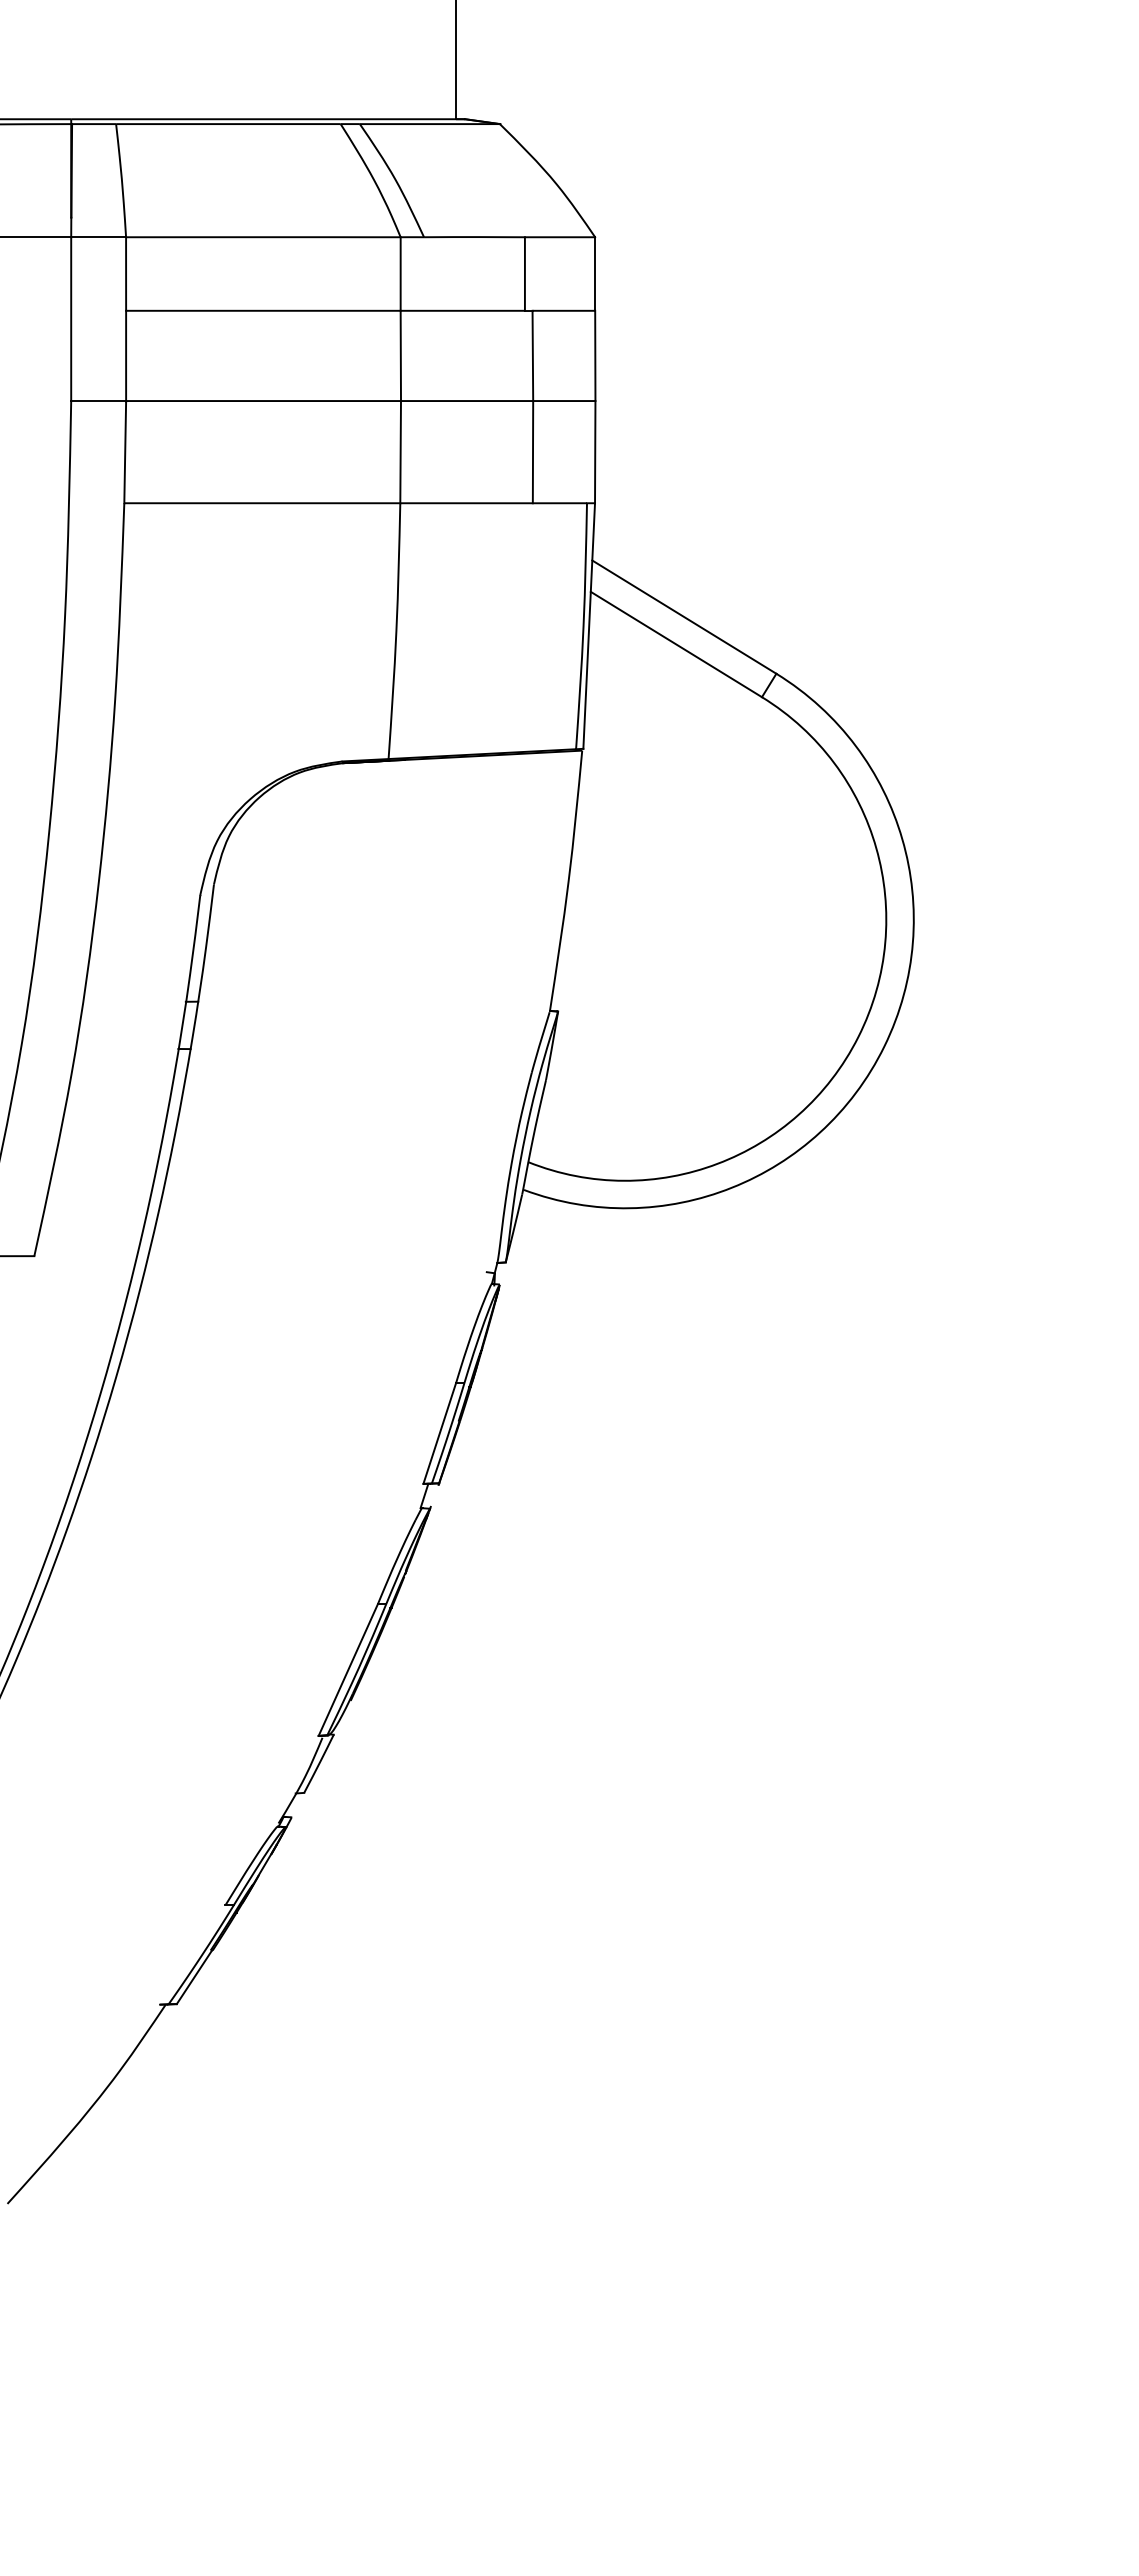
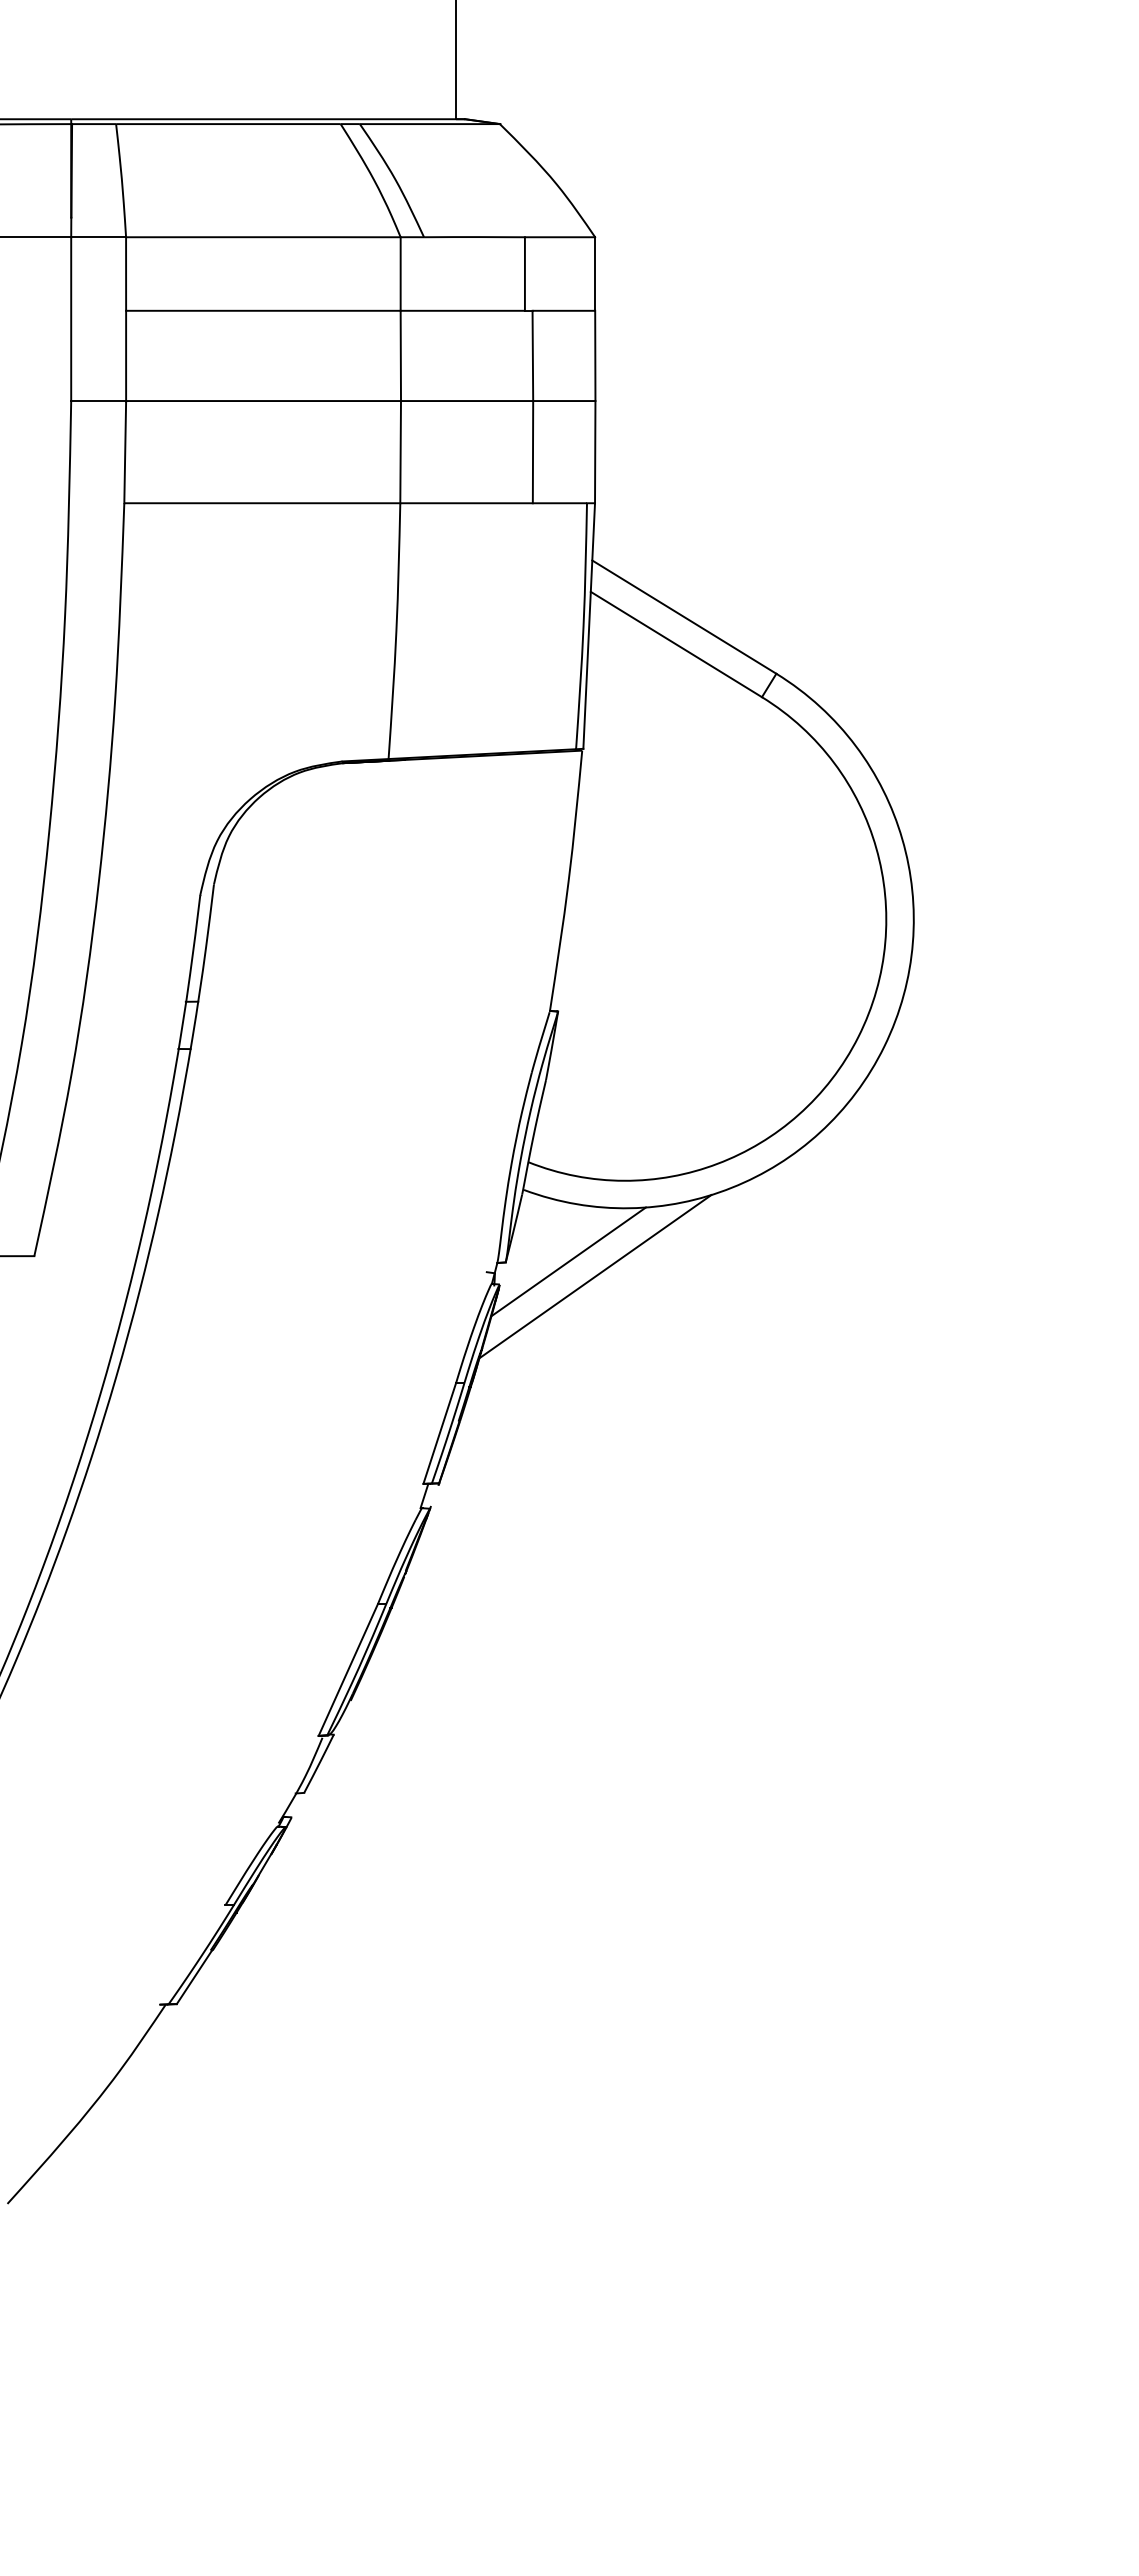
line at (568, 1261): none -> present
line at (595, 1276): none -> present
